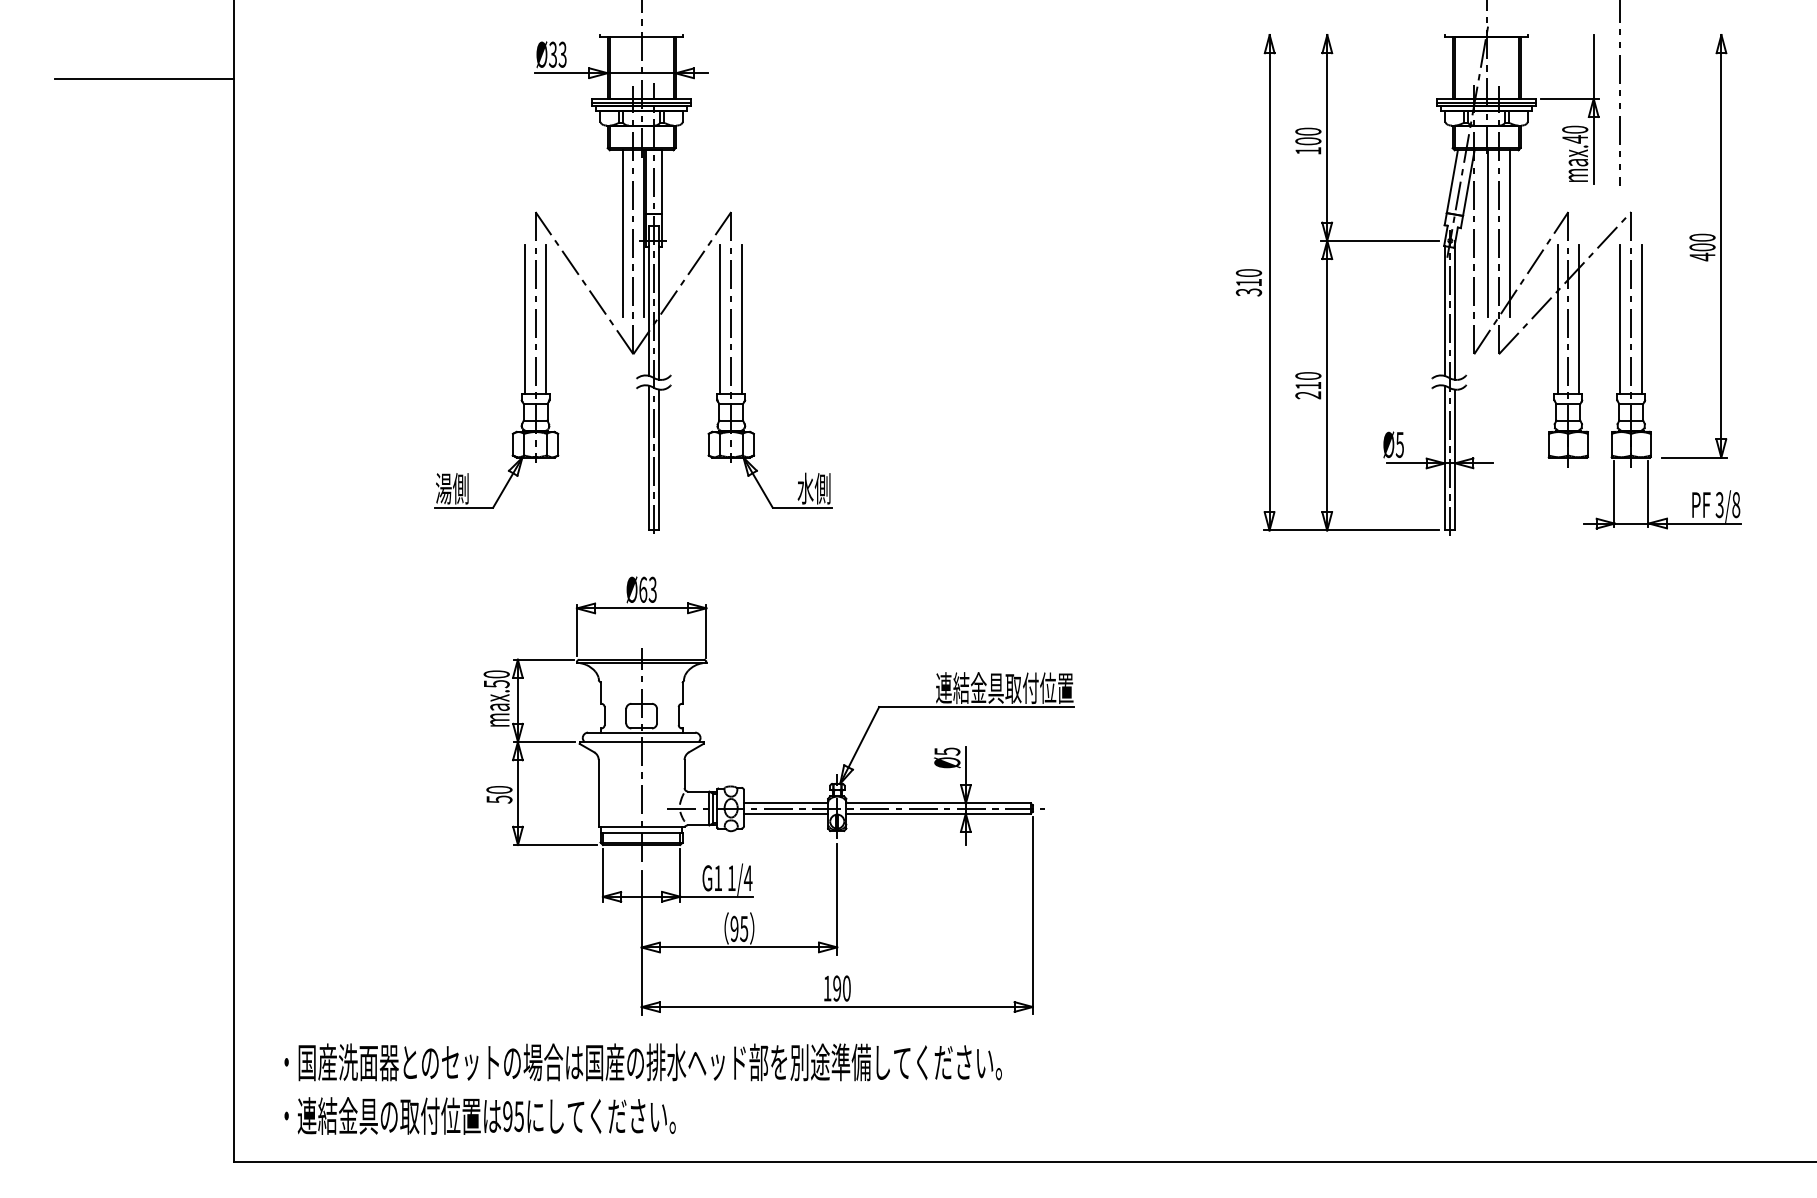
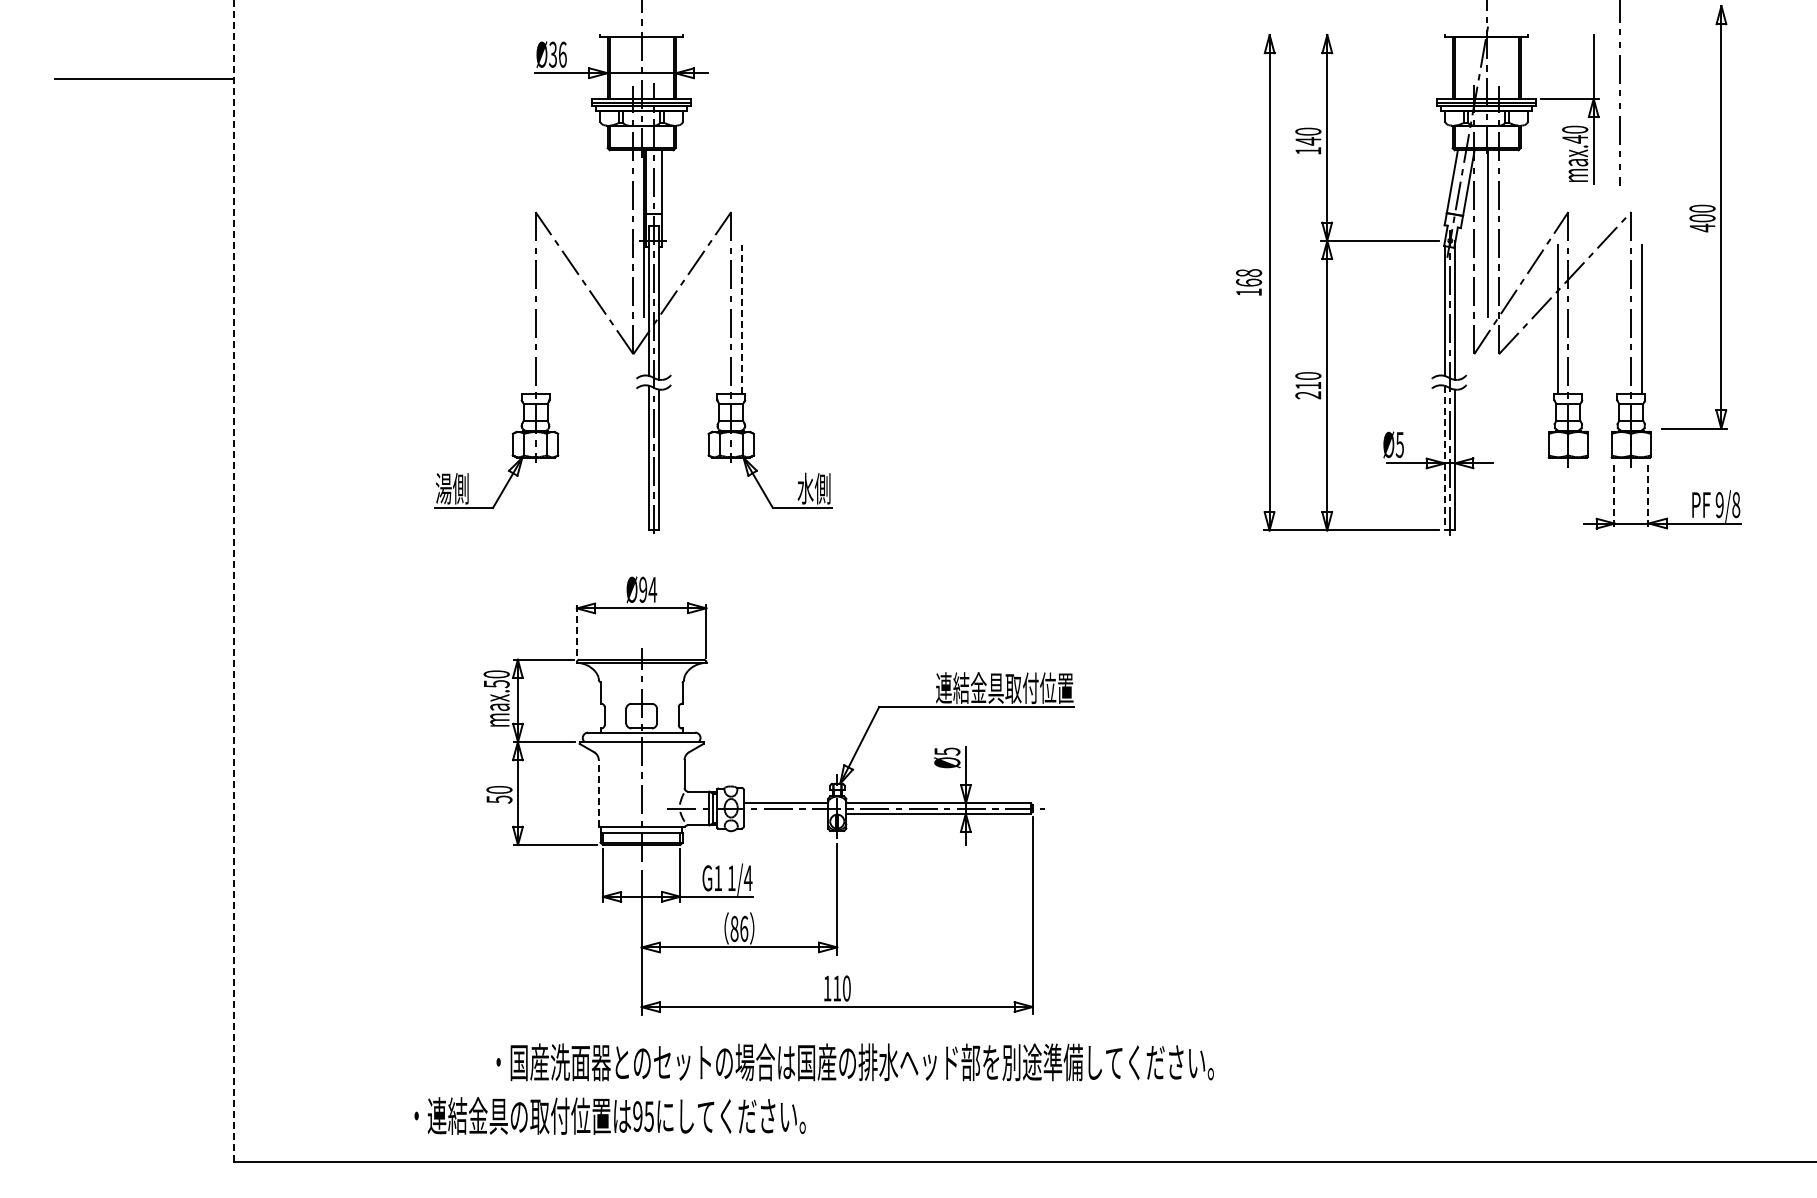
text at (562, 54): Ø33 -> Ø36
text at (1308, 141): 100 -> 140
line at (622, 233): present -> none
line at (1509, 233): present -> none
part at (1694, 246) position: (1694, 246) -> (1694, 217)
text at (1248, 282): 310 -> 168
line at (742, 318): solid -> dashed
line at (524, 319): present -> none
line at (546, 319): present -> none
line at (720, 319): present -> none
line at (1579, 319): present -> none
line at (1620, 319): present -> none
line at (1445, 458): solid -> dashed
line at (1614, 494): solid -> dashed
line at (1648, 494): solid -> dashed
text at (1719, 505): 3/8 -> 9/8
line at (233, 581): solid -> dashed
text at (648, 589): Ø63 -> Ø94
line at (576, 629): solid -> dashed
line at (598, 793): solid -> dashed
line at (786, 813): present -> none
text at (739, 928): 95 -> 86
text at (837, 988): 190 -> 110
text at (642, 1062) position: (642, 1062) -> (854, 1062)
text at (479, 1115) position: (479, 1115) -> (609, 1115)
